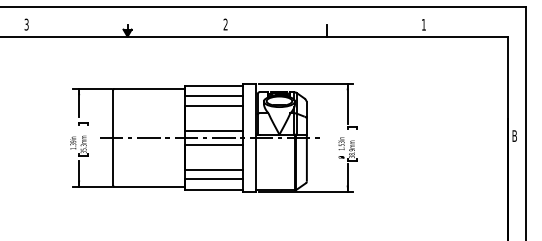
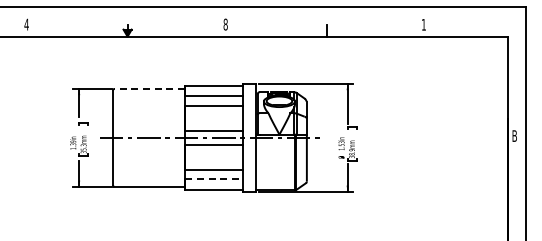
text at (26, 24): 3 -> 4
text at (225, 24): 2 -> 8
line at (149, 89): solid -> dashed
line at (214, 179): solid -> dashed
